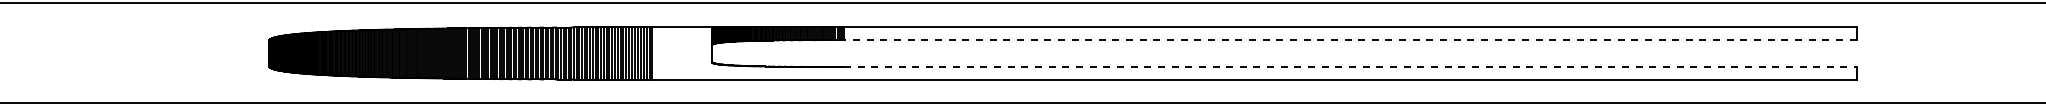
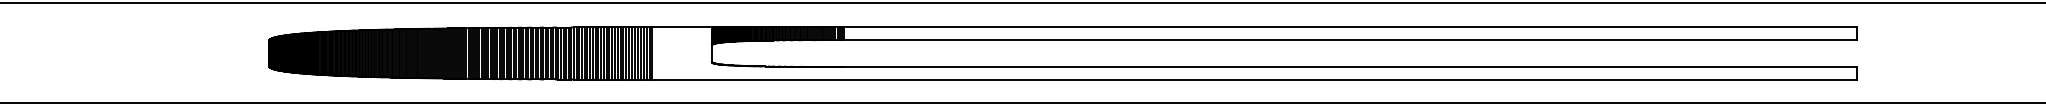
line at (1349, 40): dashed -> solid
line at (1350, 67): dashed -> solid
